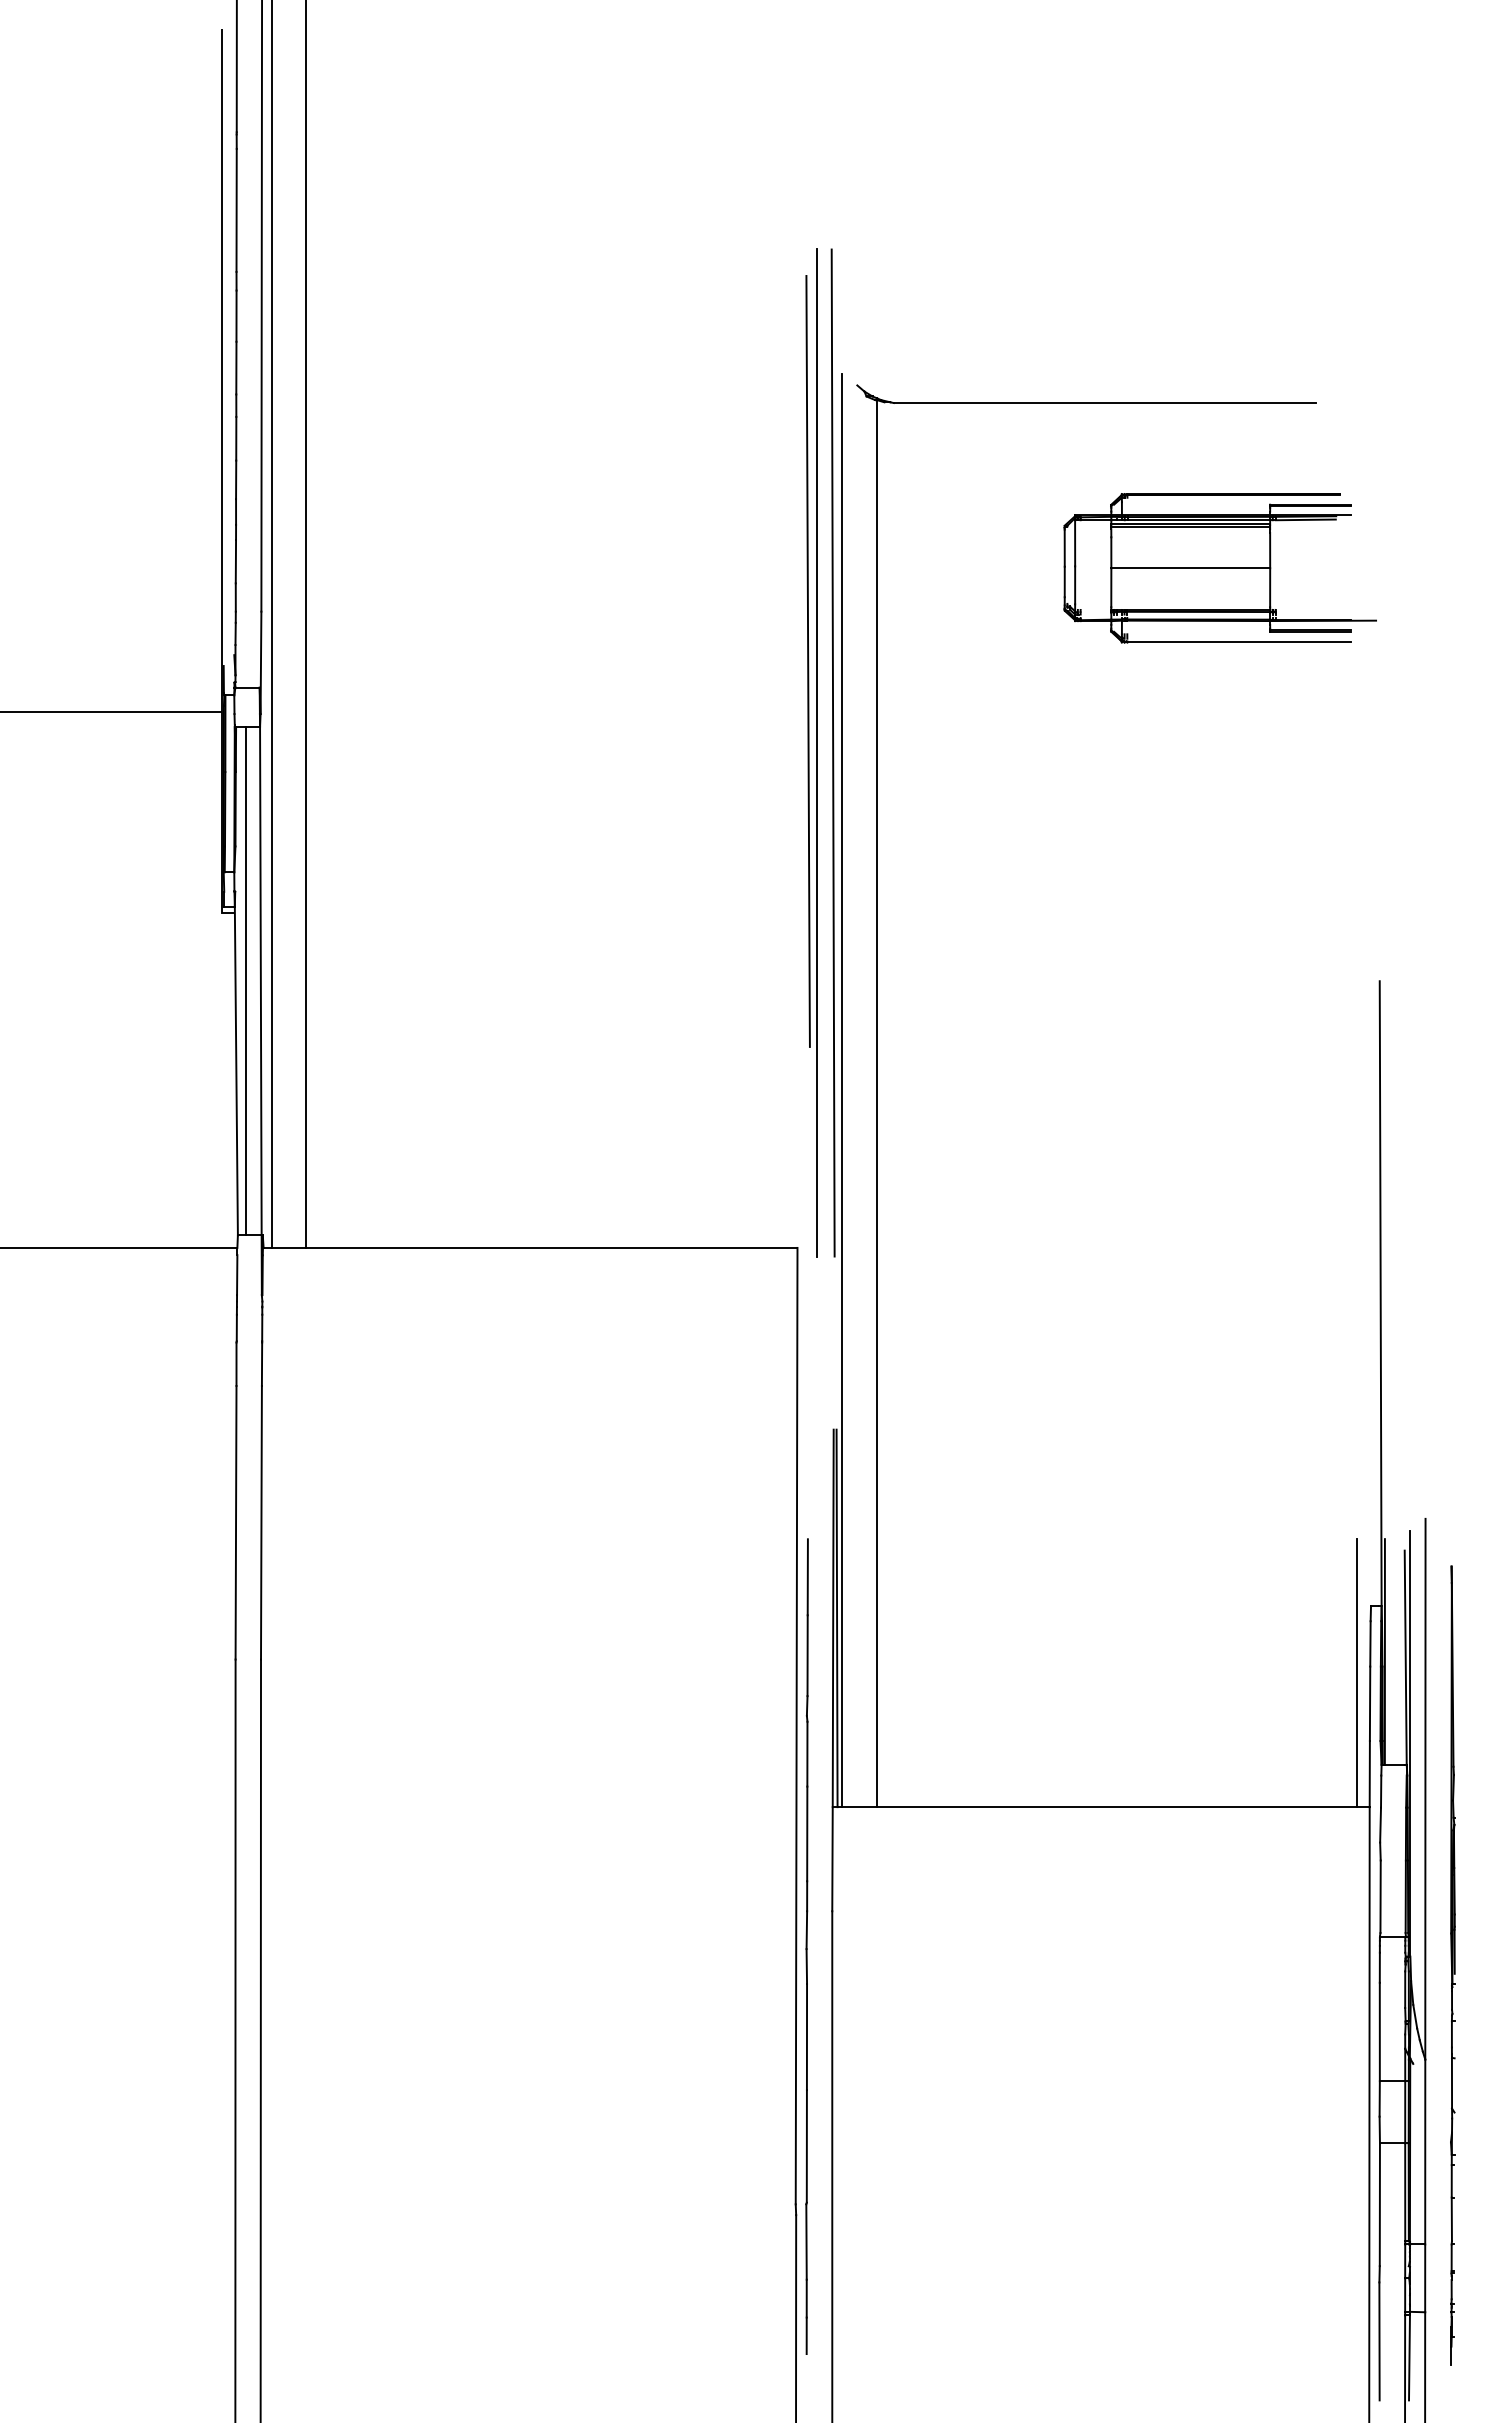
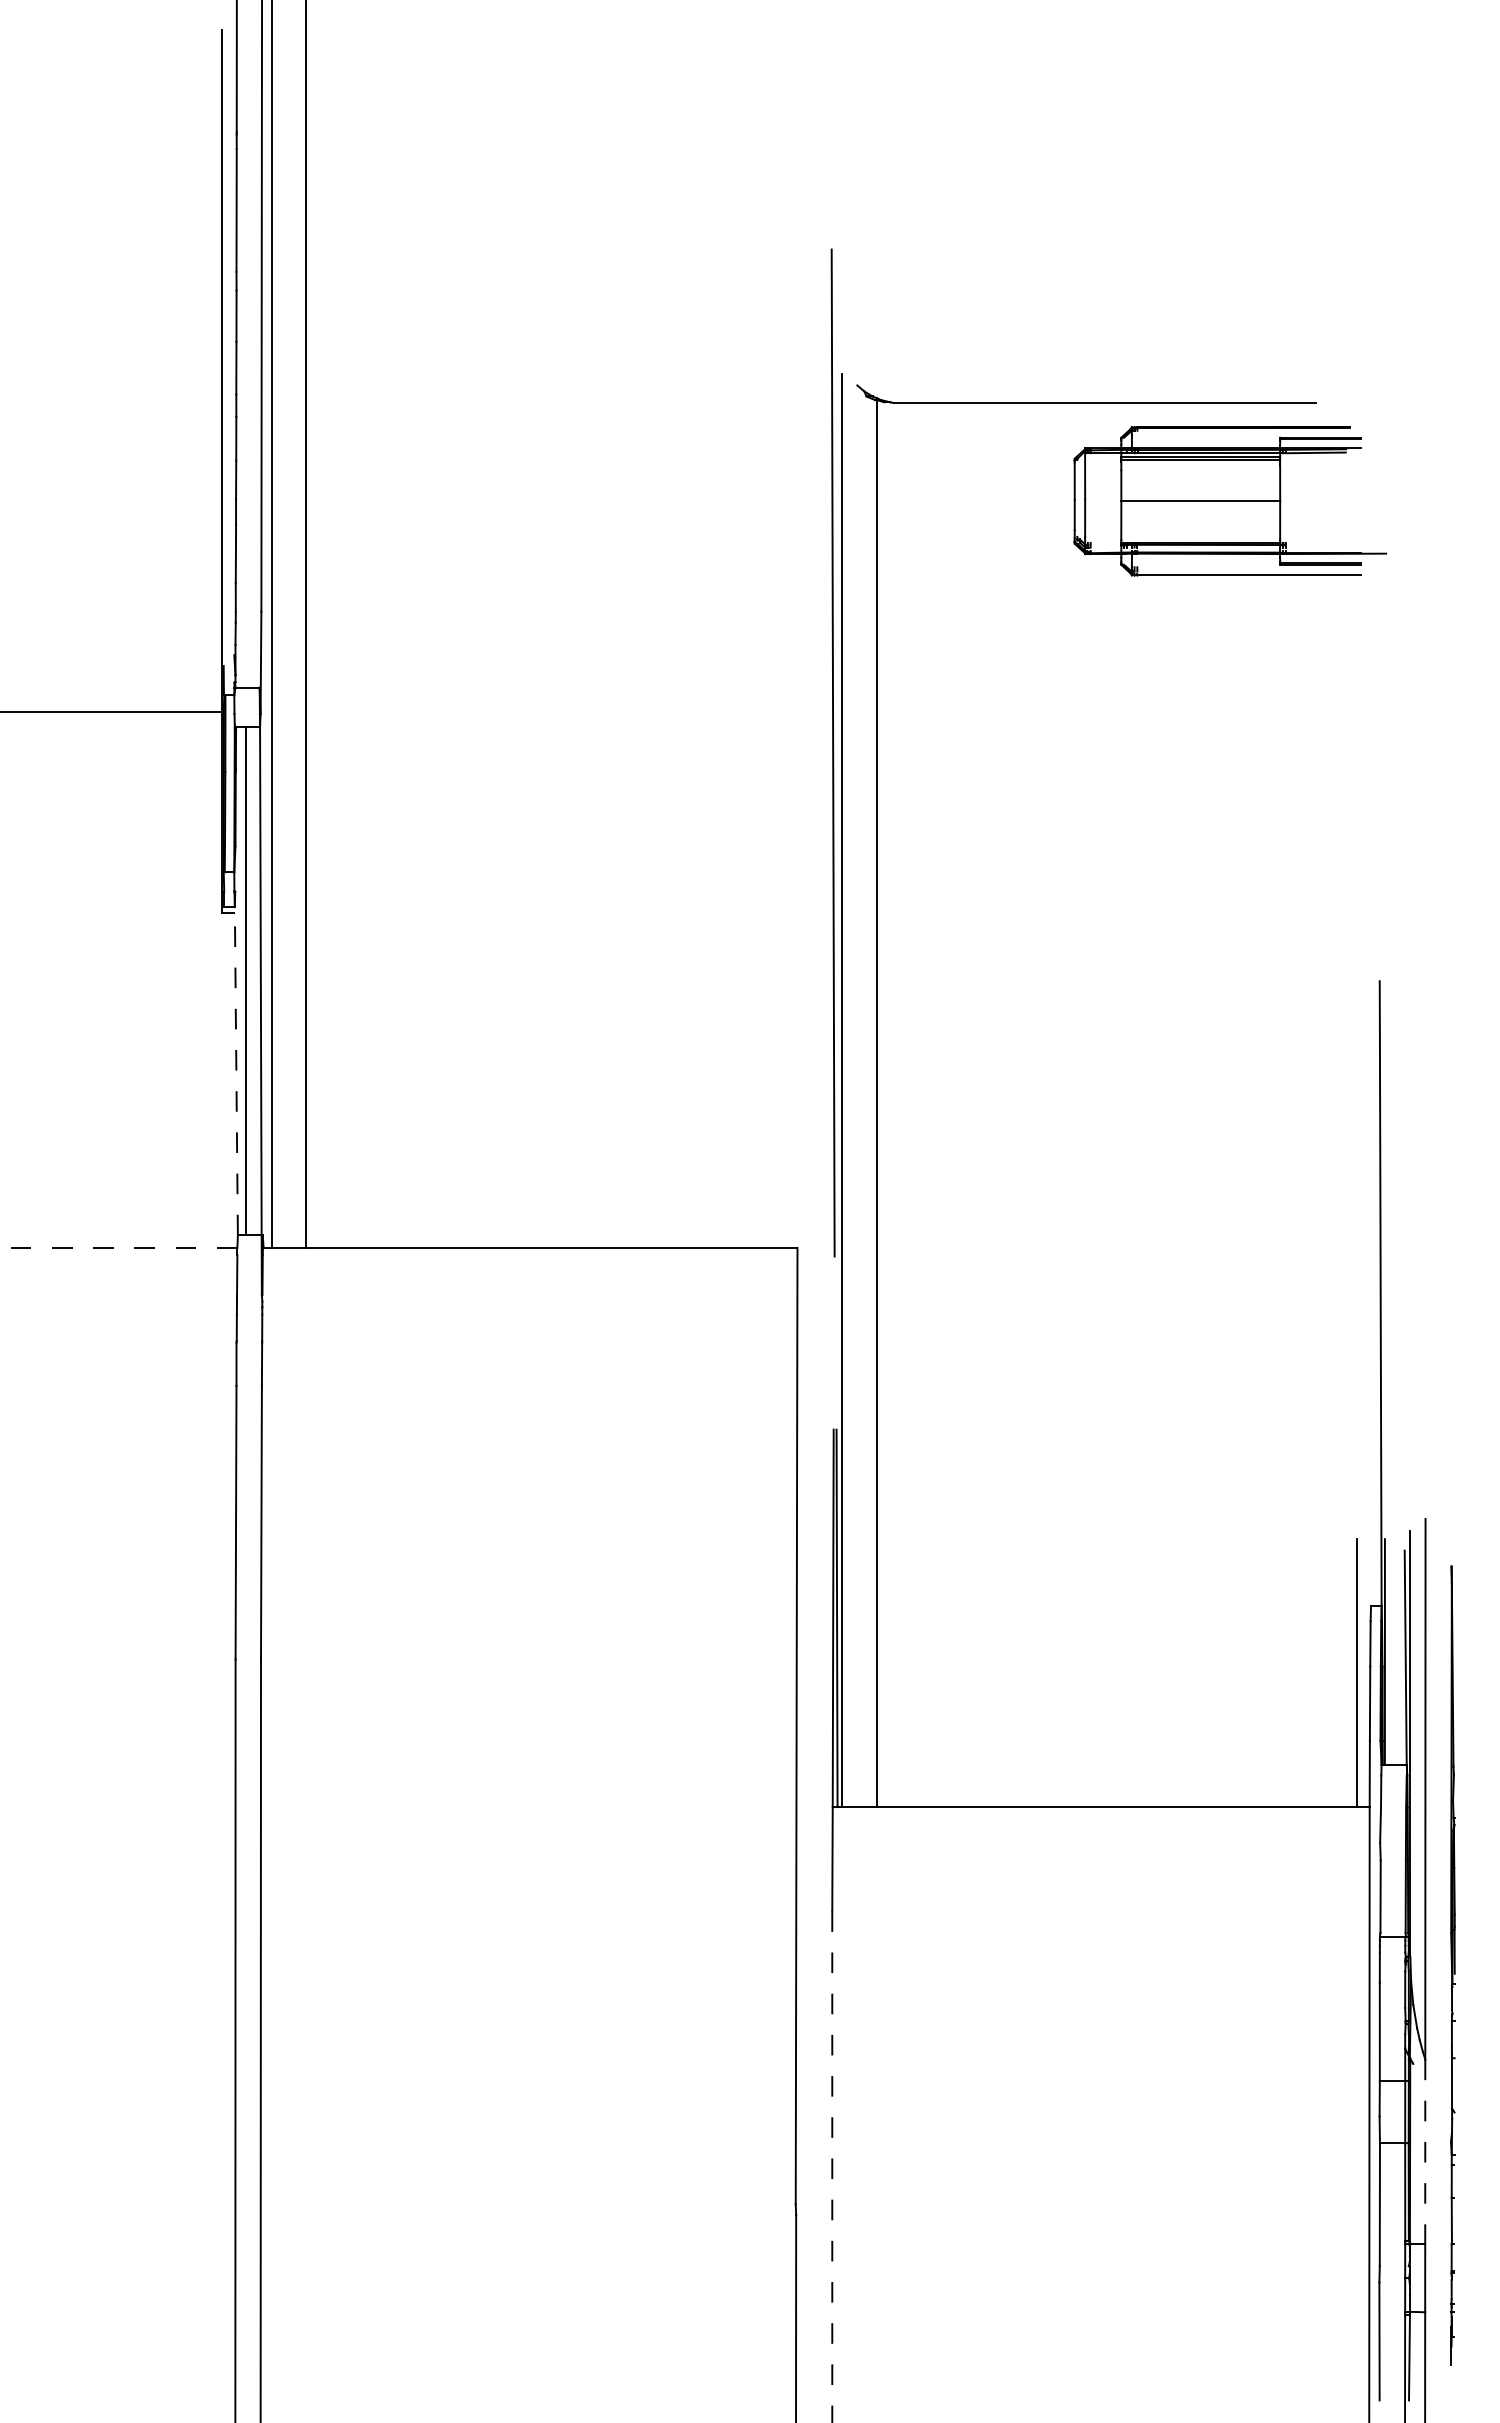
part at (1219, 568) position: (1219, 568) -> (1229, 501)
line at (807, 660): present -> none
line at (816, 752): present -> none
line at (236, 1070): solid -> dashed
line at (118, 1247): solid -> dashed
line at (806, 1946): present -> none
line at (1425, 2152): solid -> dashed
line at (832, 2167): solid -> dashed
